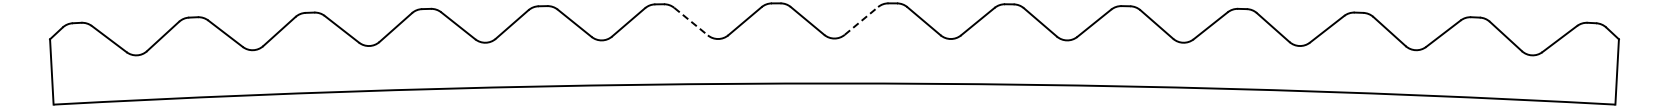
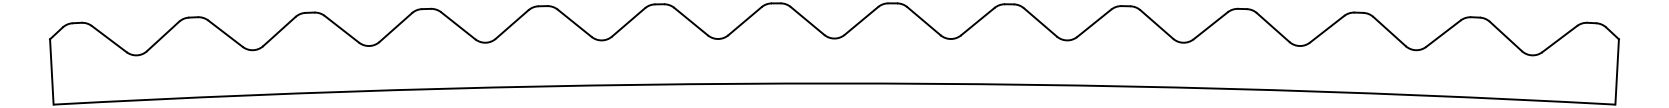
line at (861, 20): dashed -> solid
line at (691, 21): dashed -> solid
